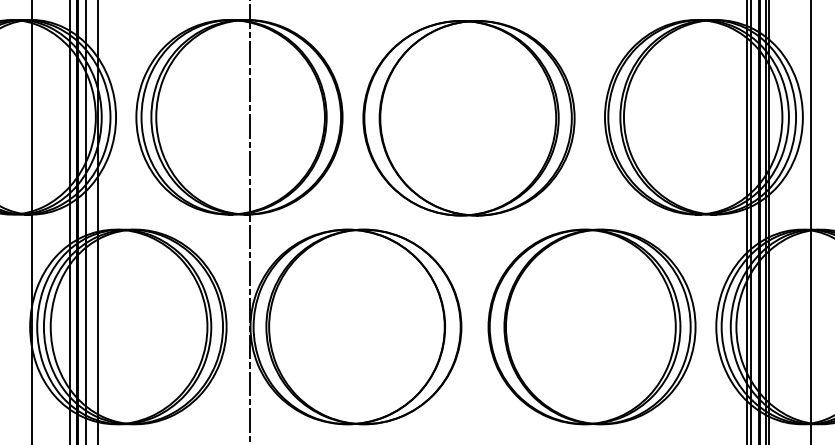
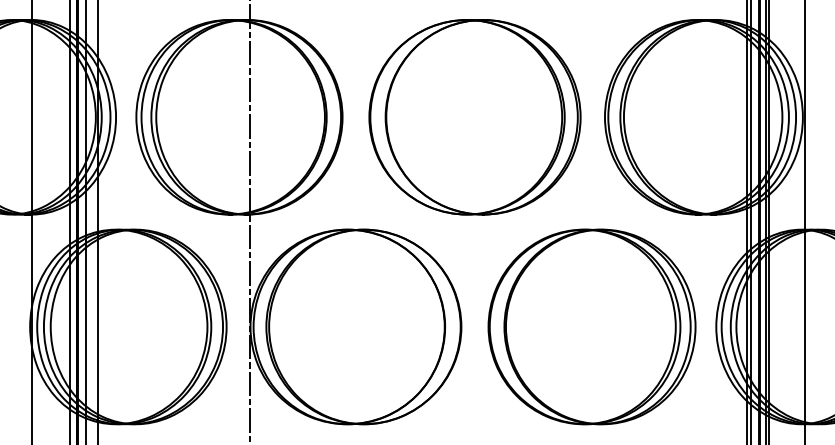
part at (468, 118) position: (468, 118) -> (474, 117)
line at (811, 221) position: (811, 221) -> (805, 221)
